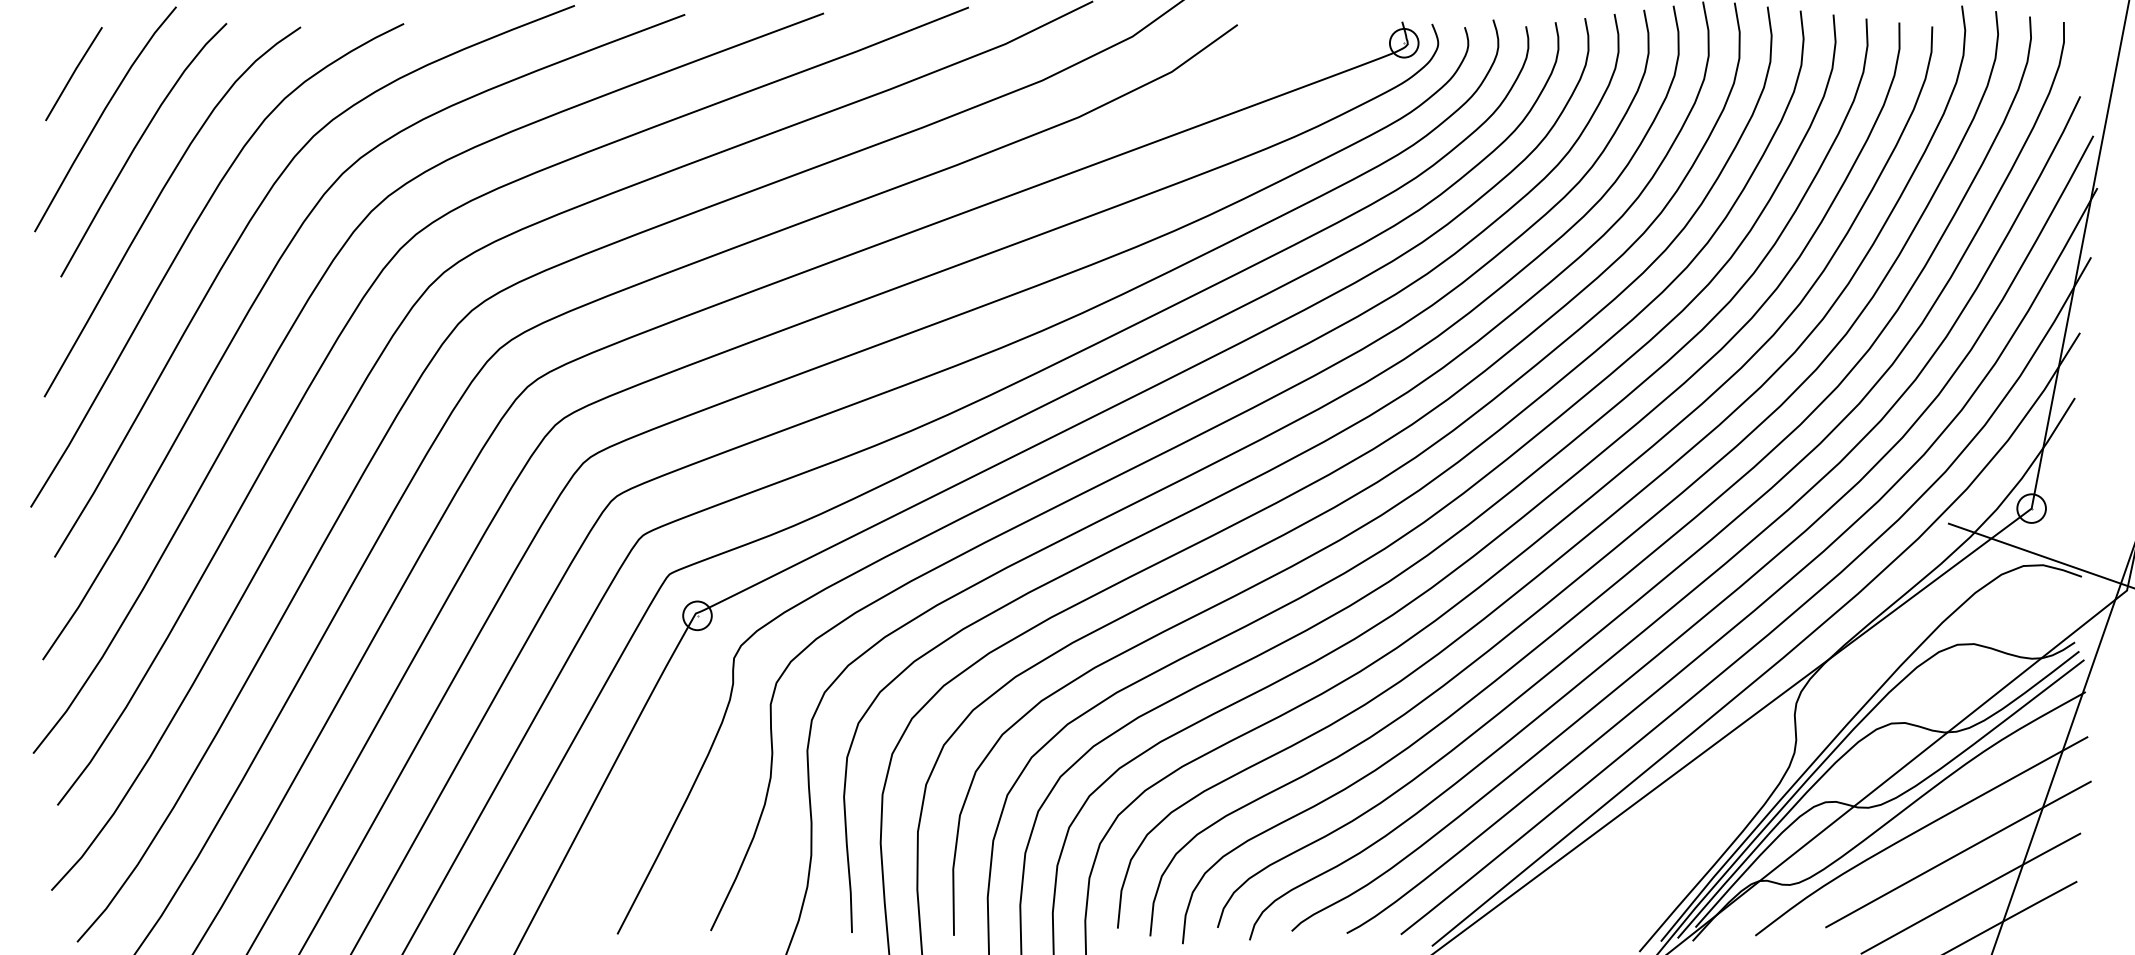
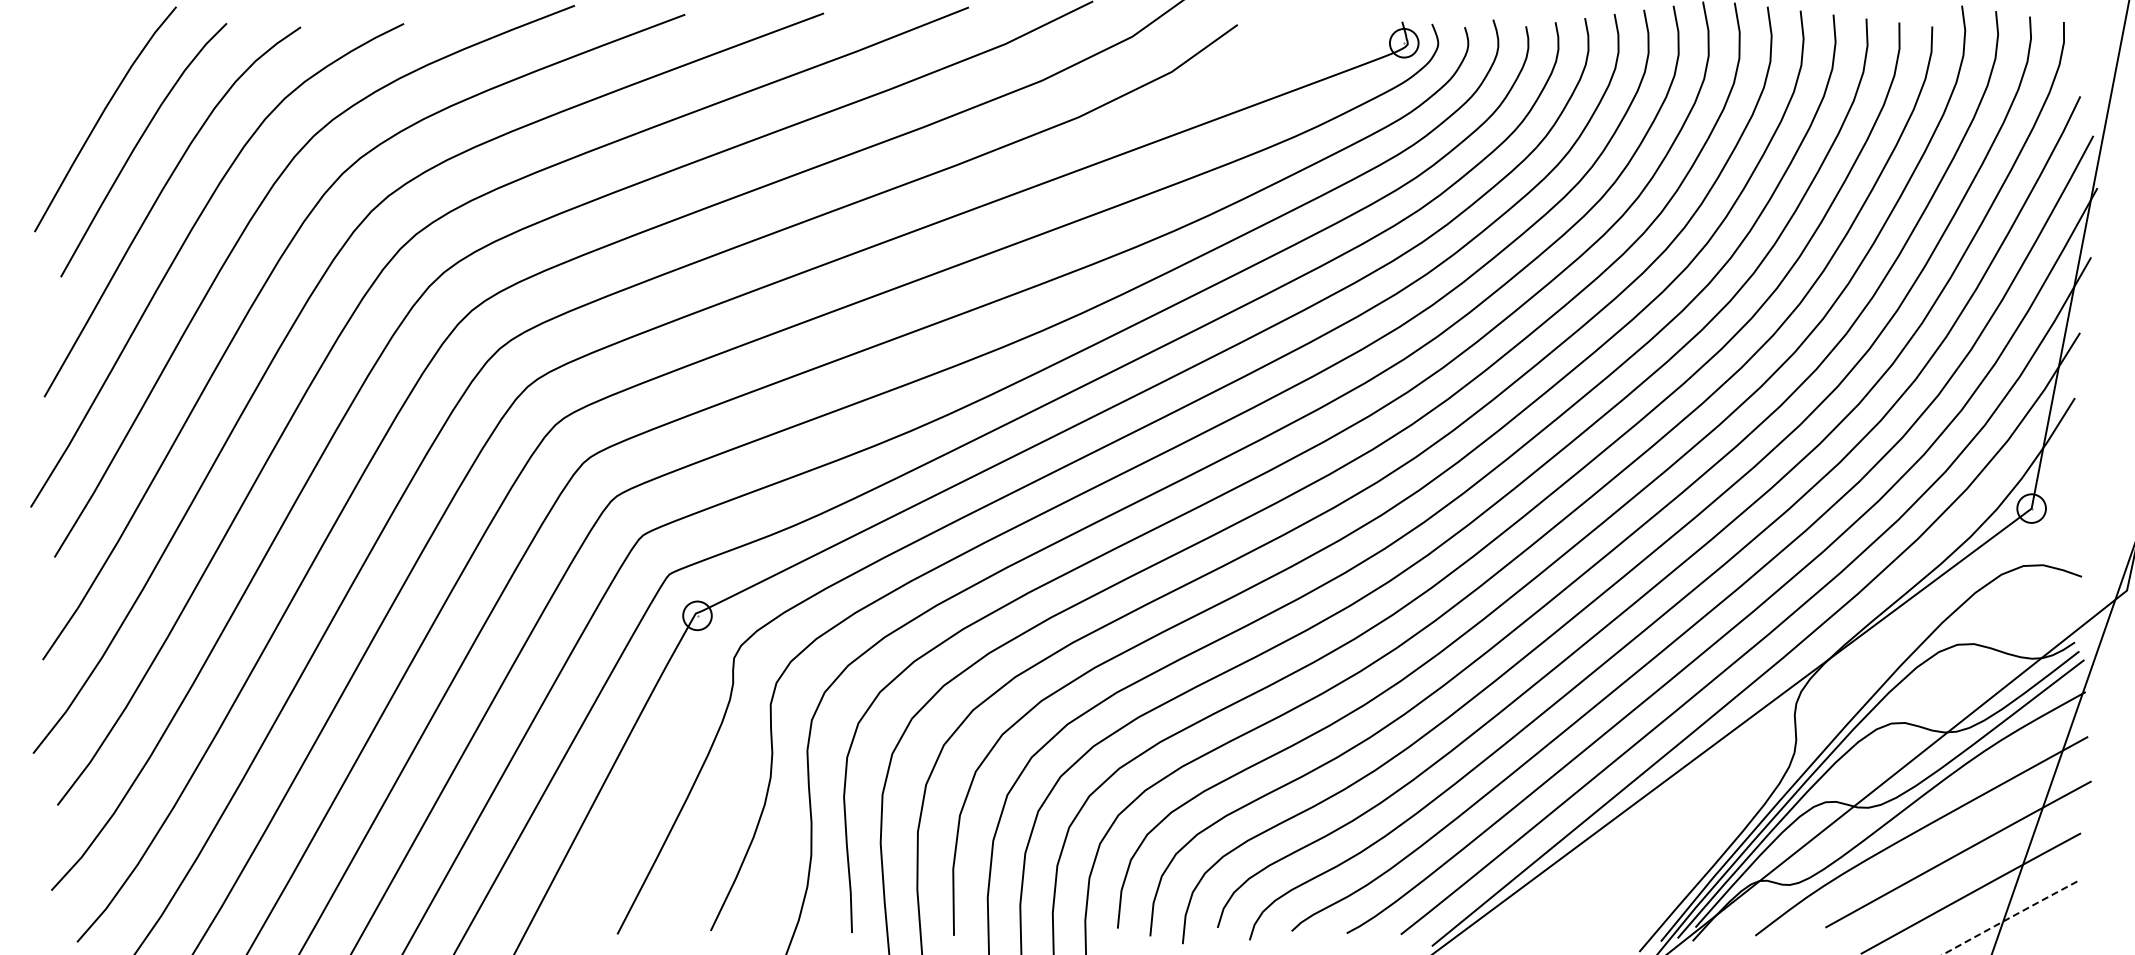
line at (73, 74): present -> none
line at (2039, 555): present -> none
line at (2009, 918): solid -> dashed
